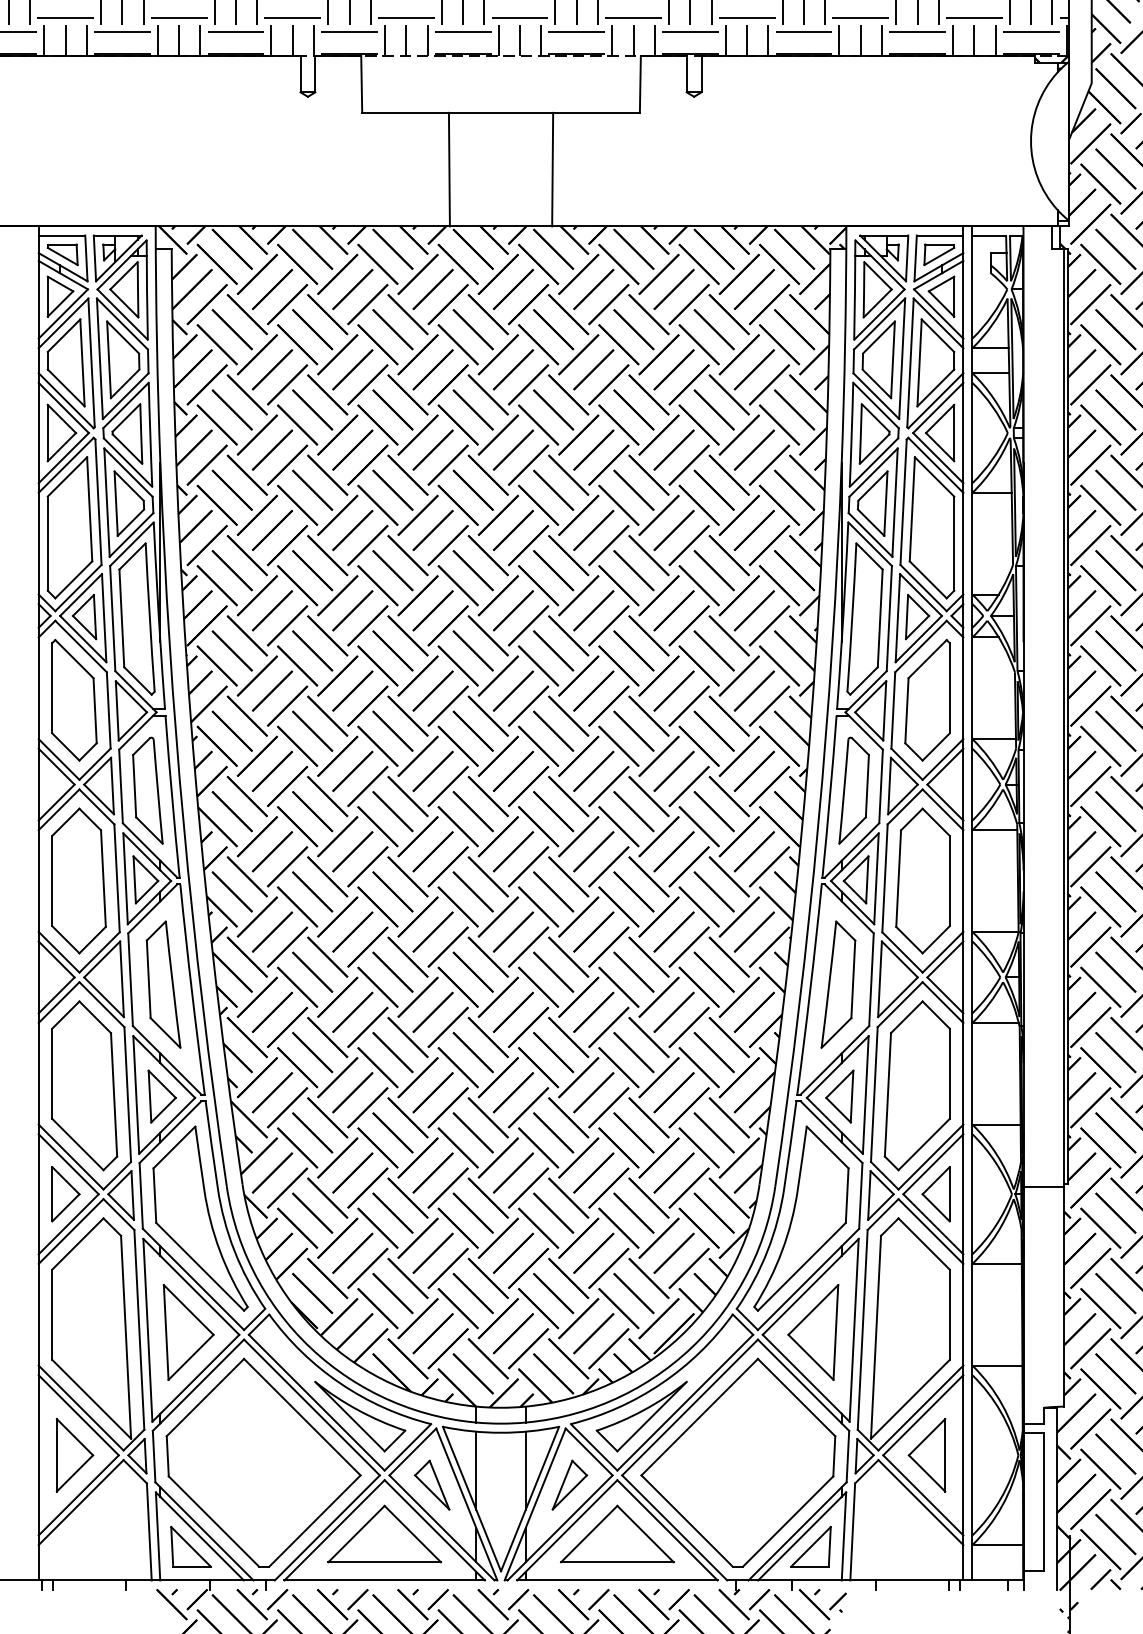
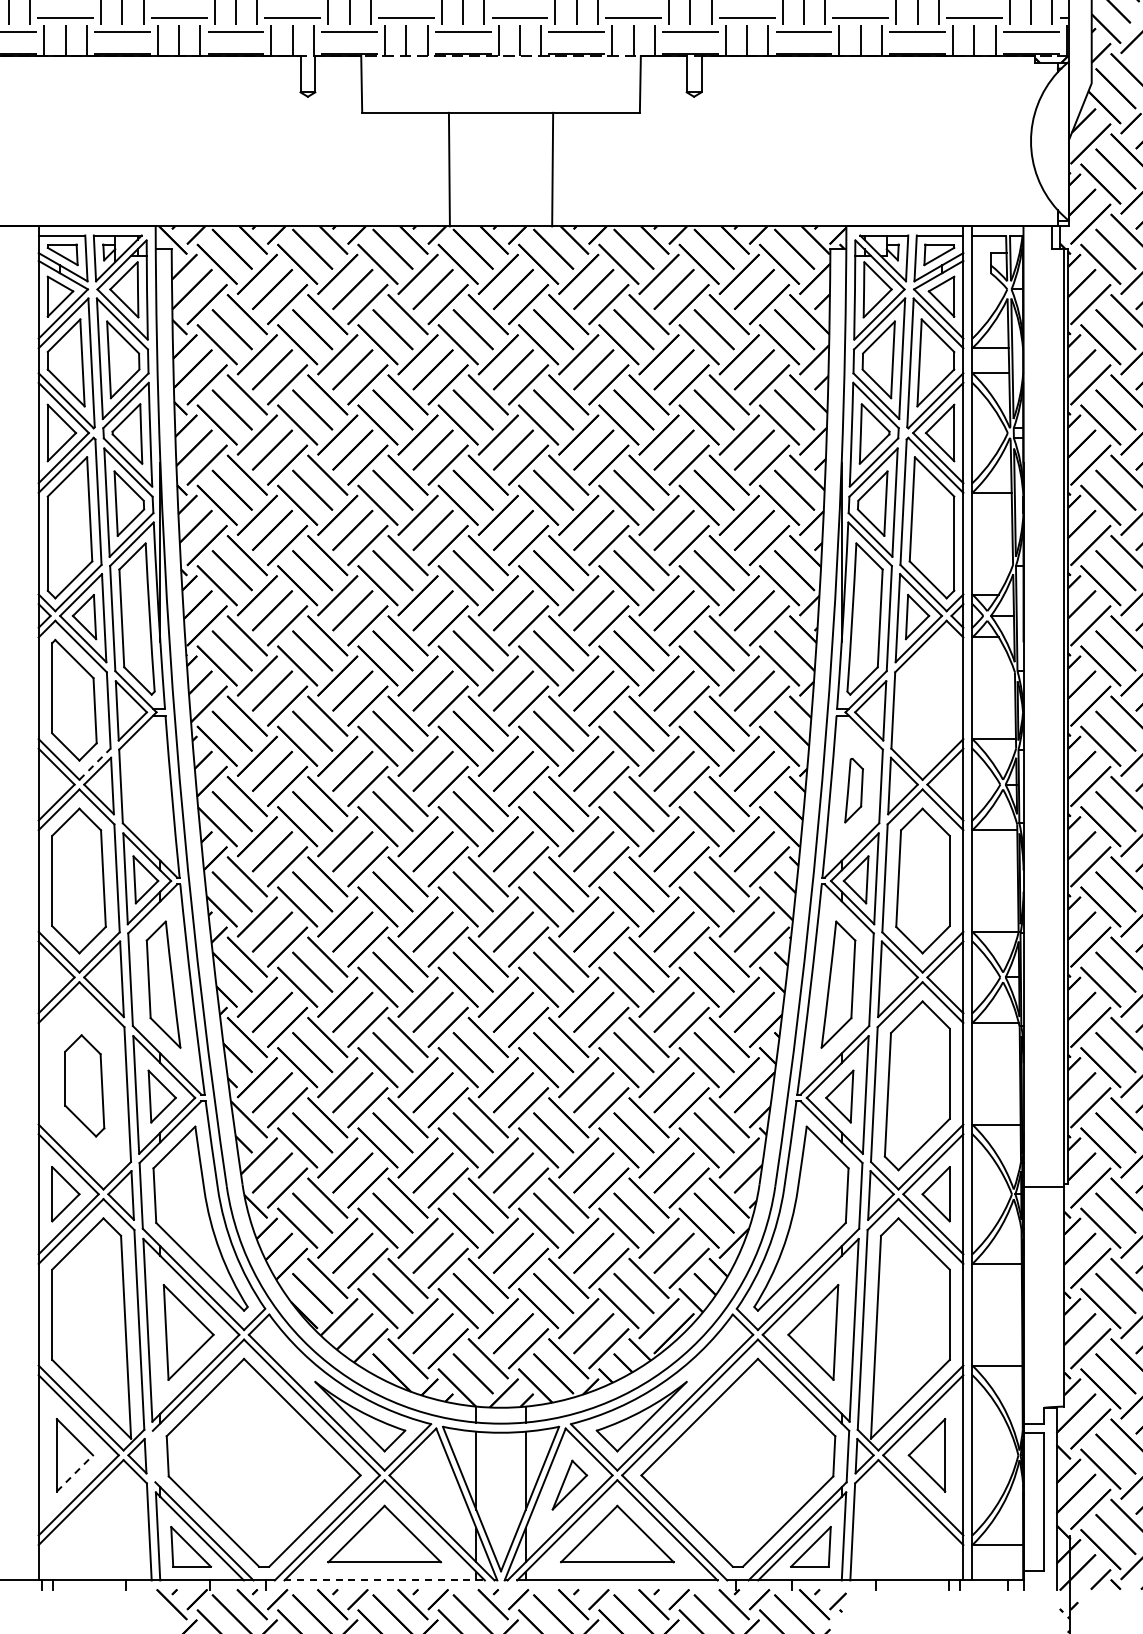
part at (927, 699): present -> none
line at (95, 763): solid -> dashed
part at (147, 790): present -> none
part at (853, 790) size: 32x109 px -> 20x66 px
part at (84, 1085) size: 68x172 px -> 42x104 px
line at (153, 1456): present -> none
line at (74, 1473): solid -> dashed
part at (432, 1484): present -> none
line at (385, 1580): solid -> dashed
